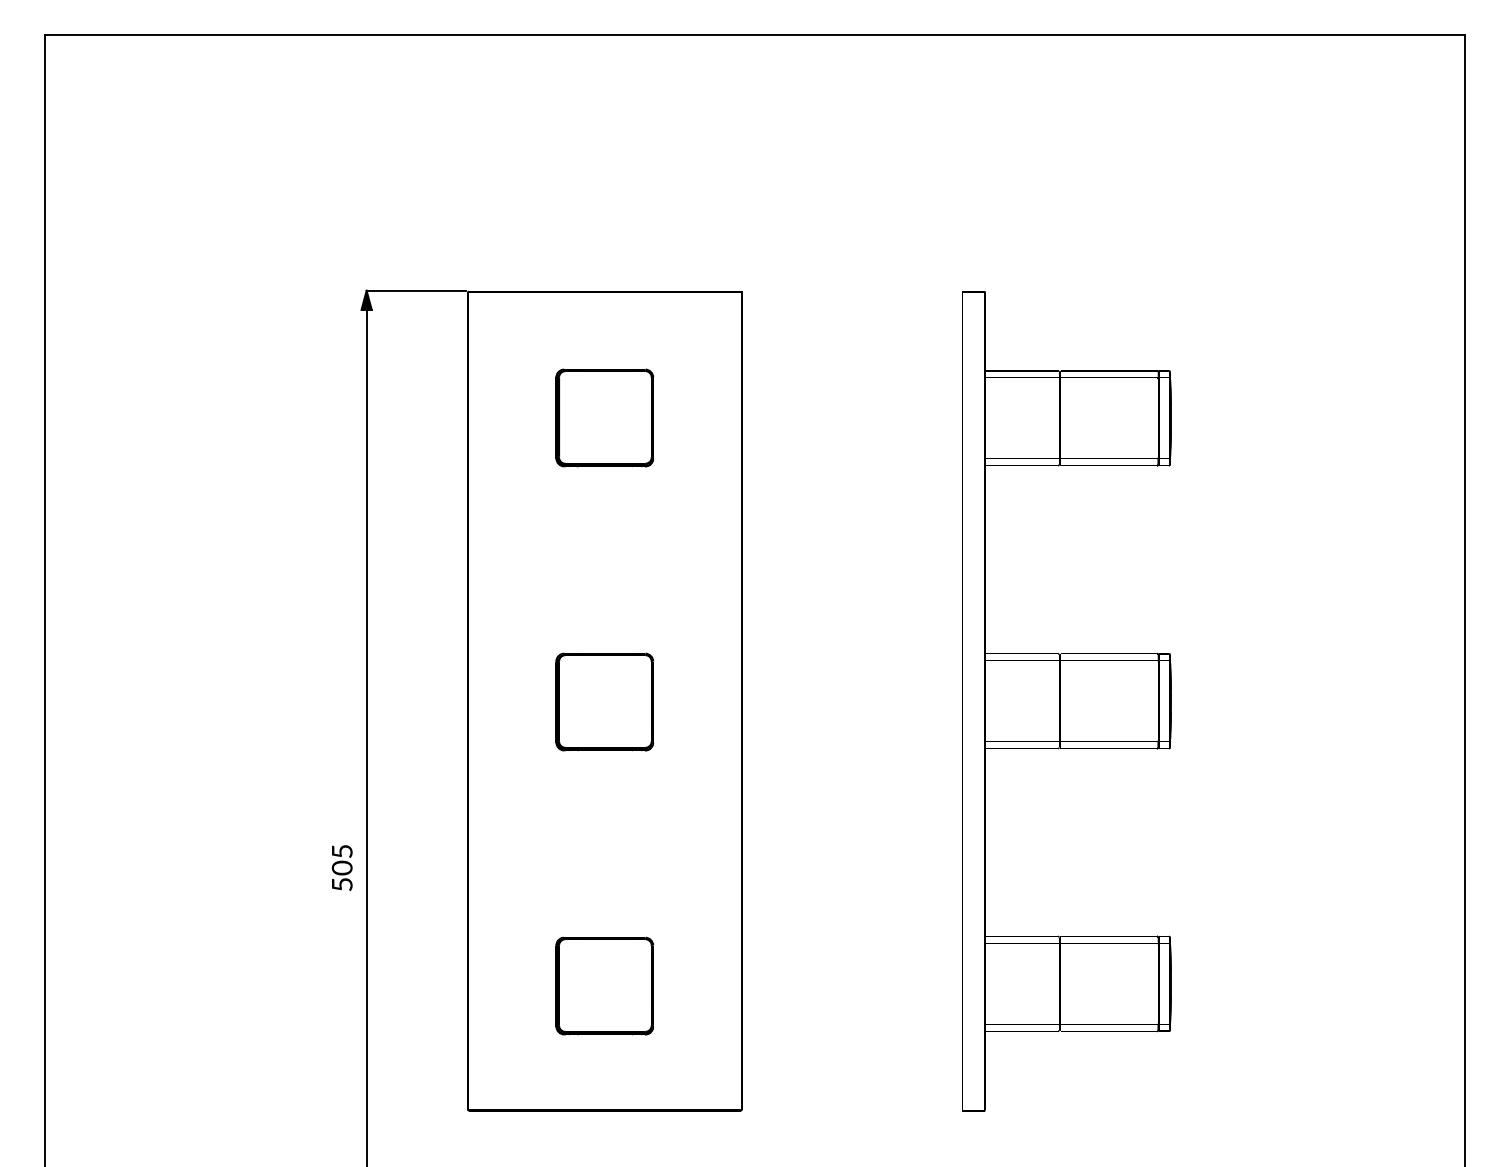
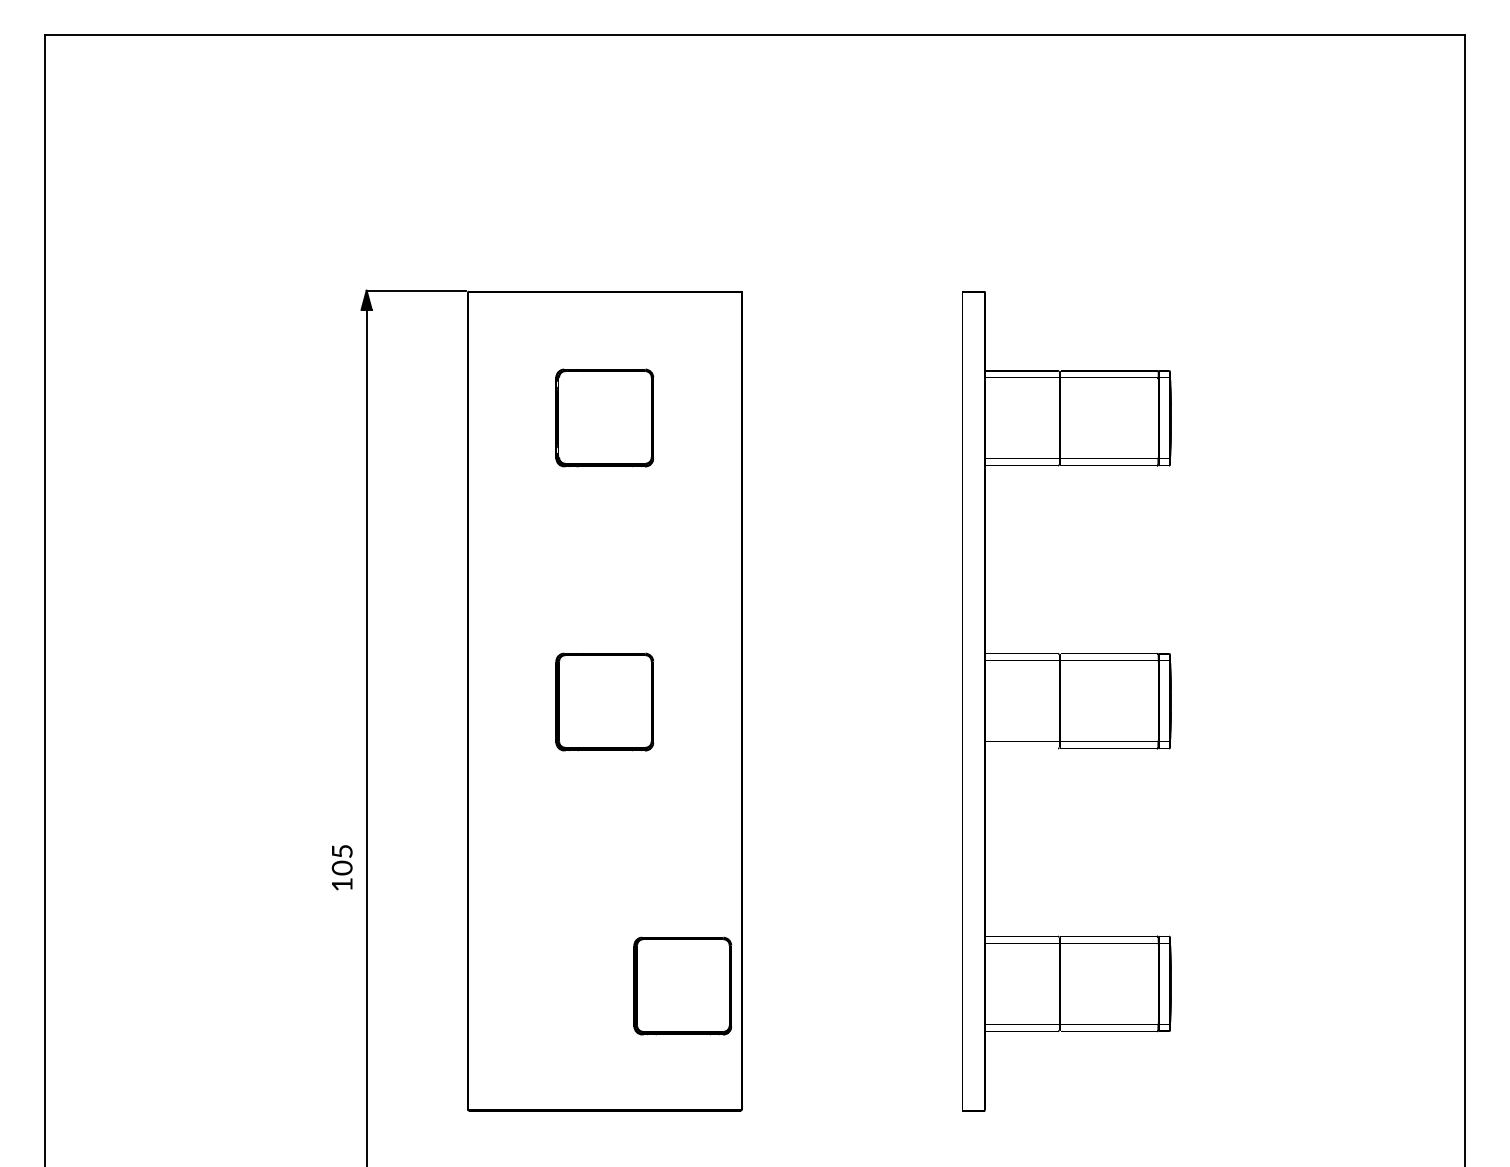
fill at (557, 416): present -> none
fill at (1022, 748): present -> none
text at (342, 884): 505 -> 105
part at (604, 985) position: (604, 985) -> (682, 985)
